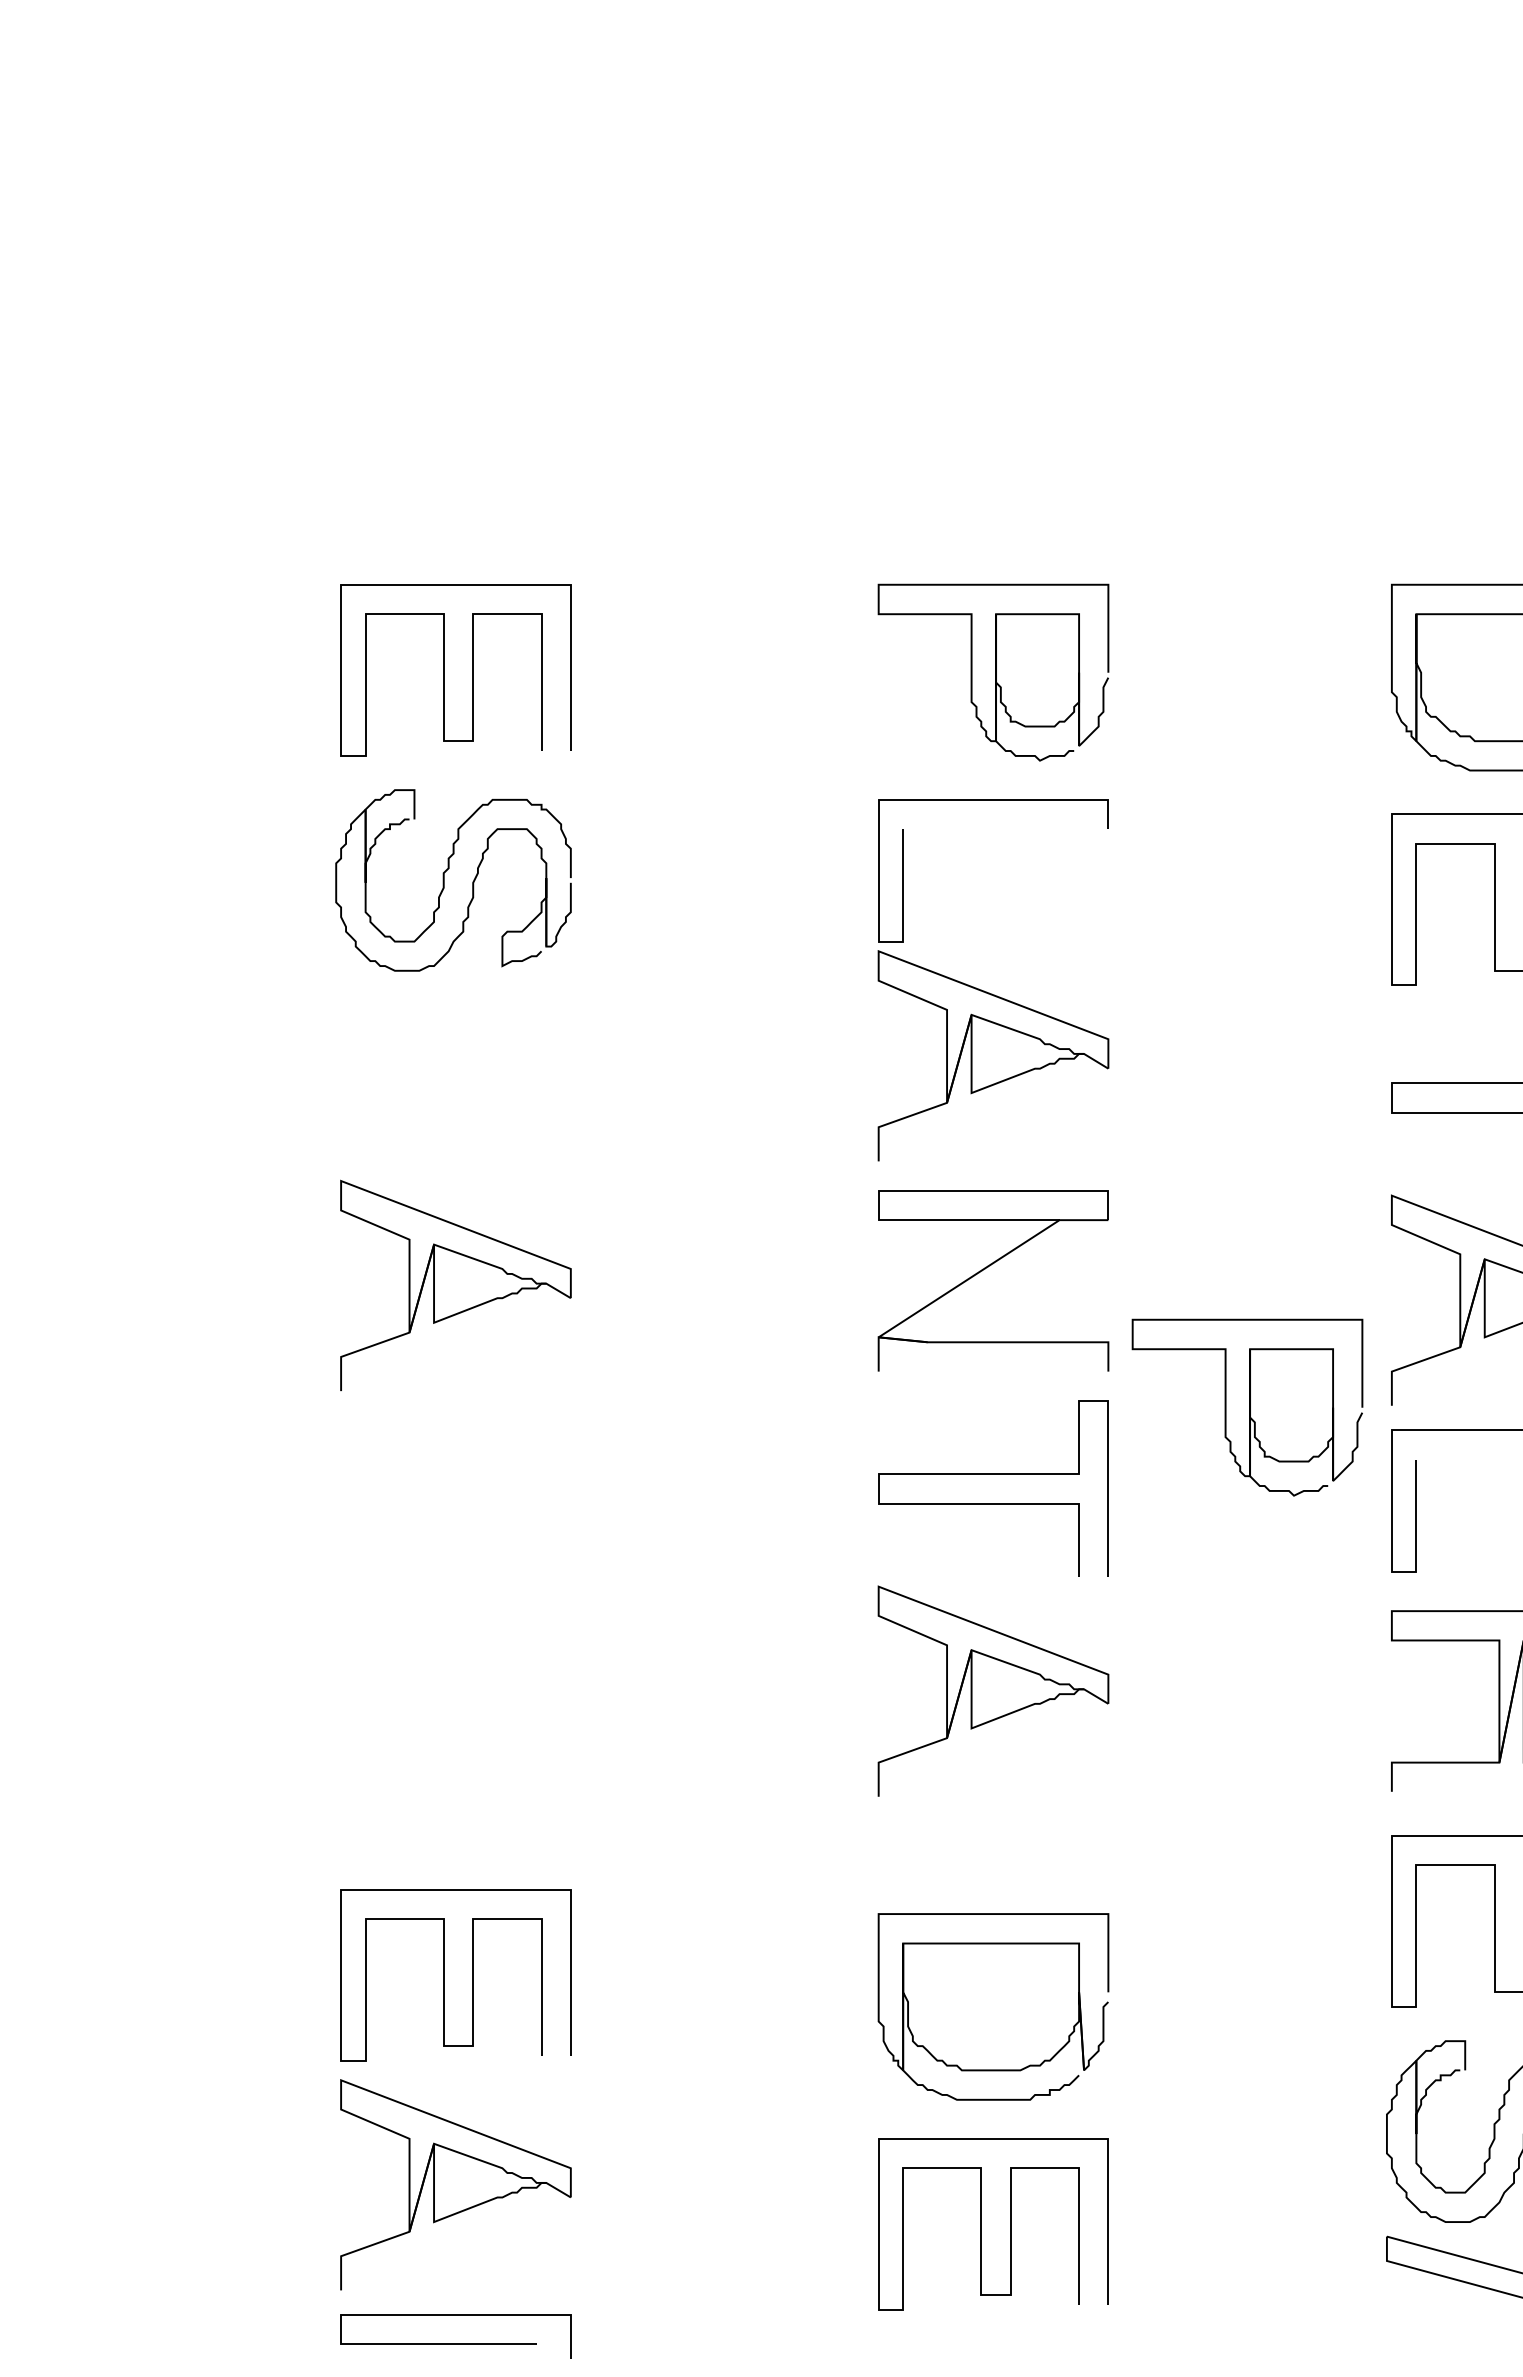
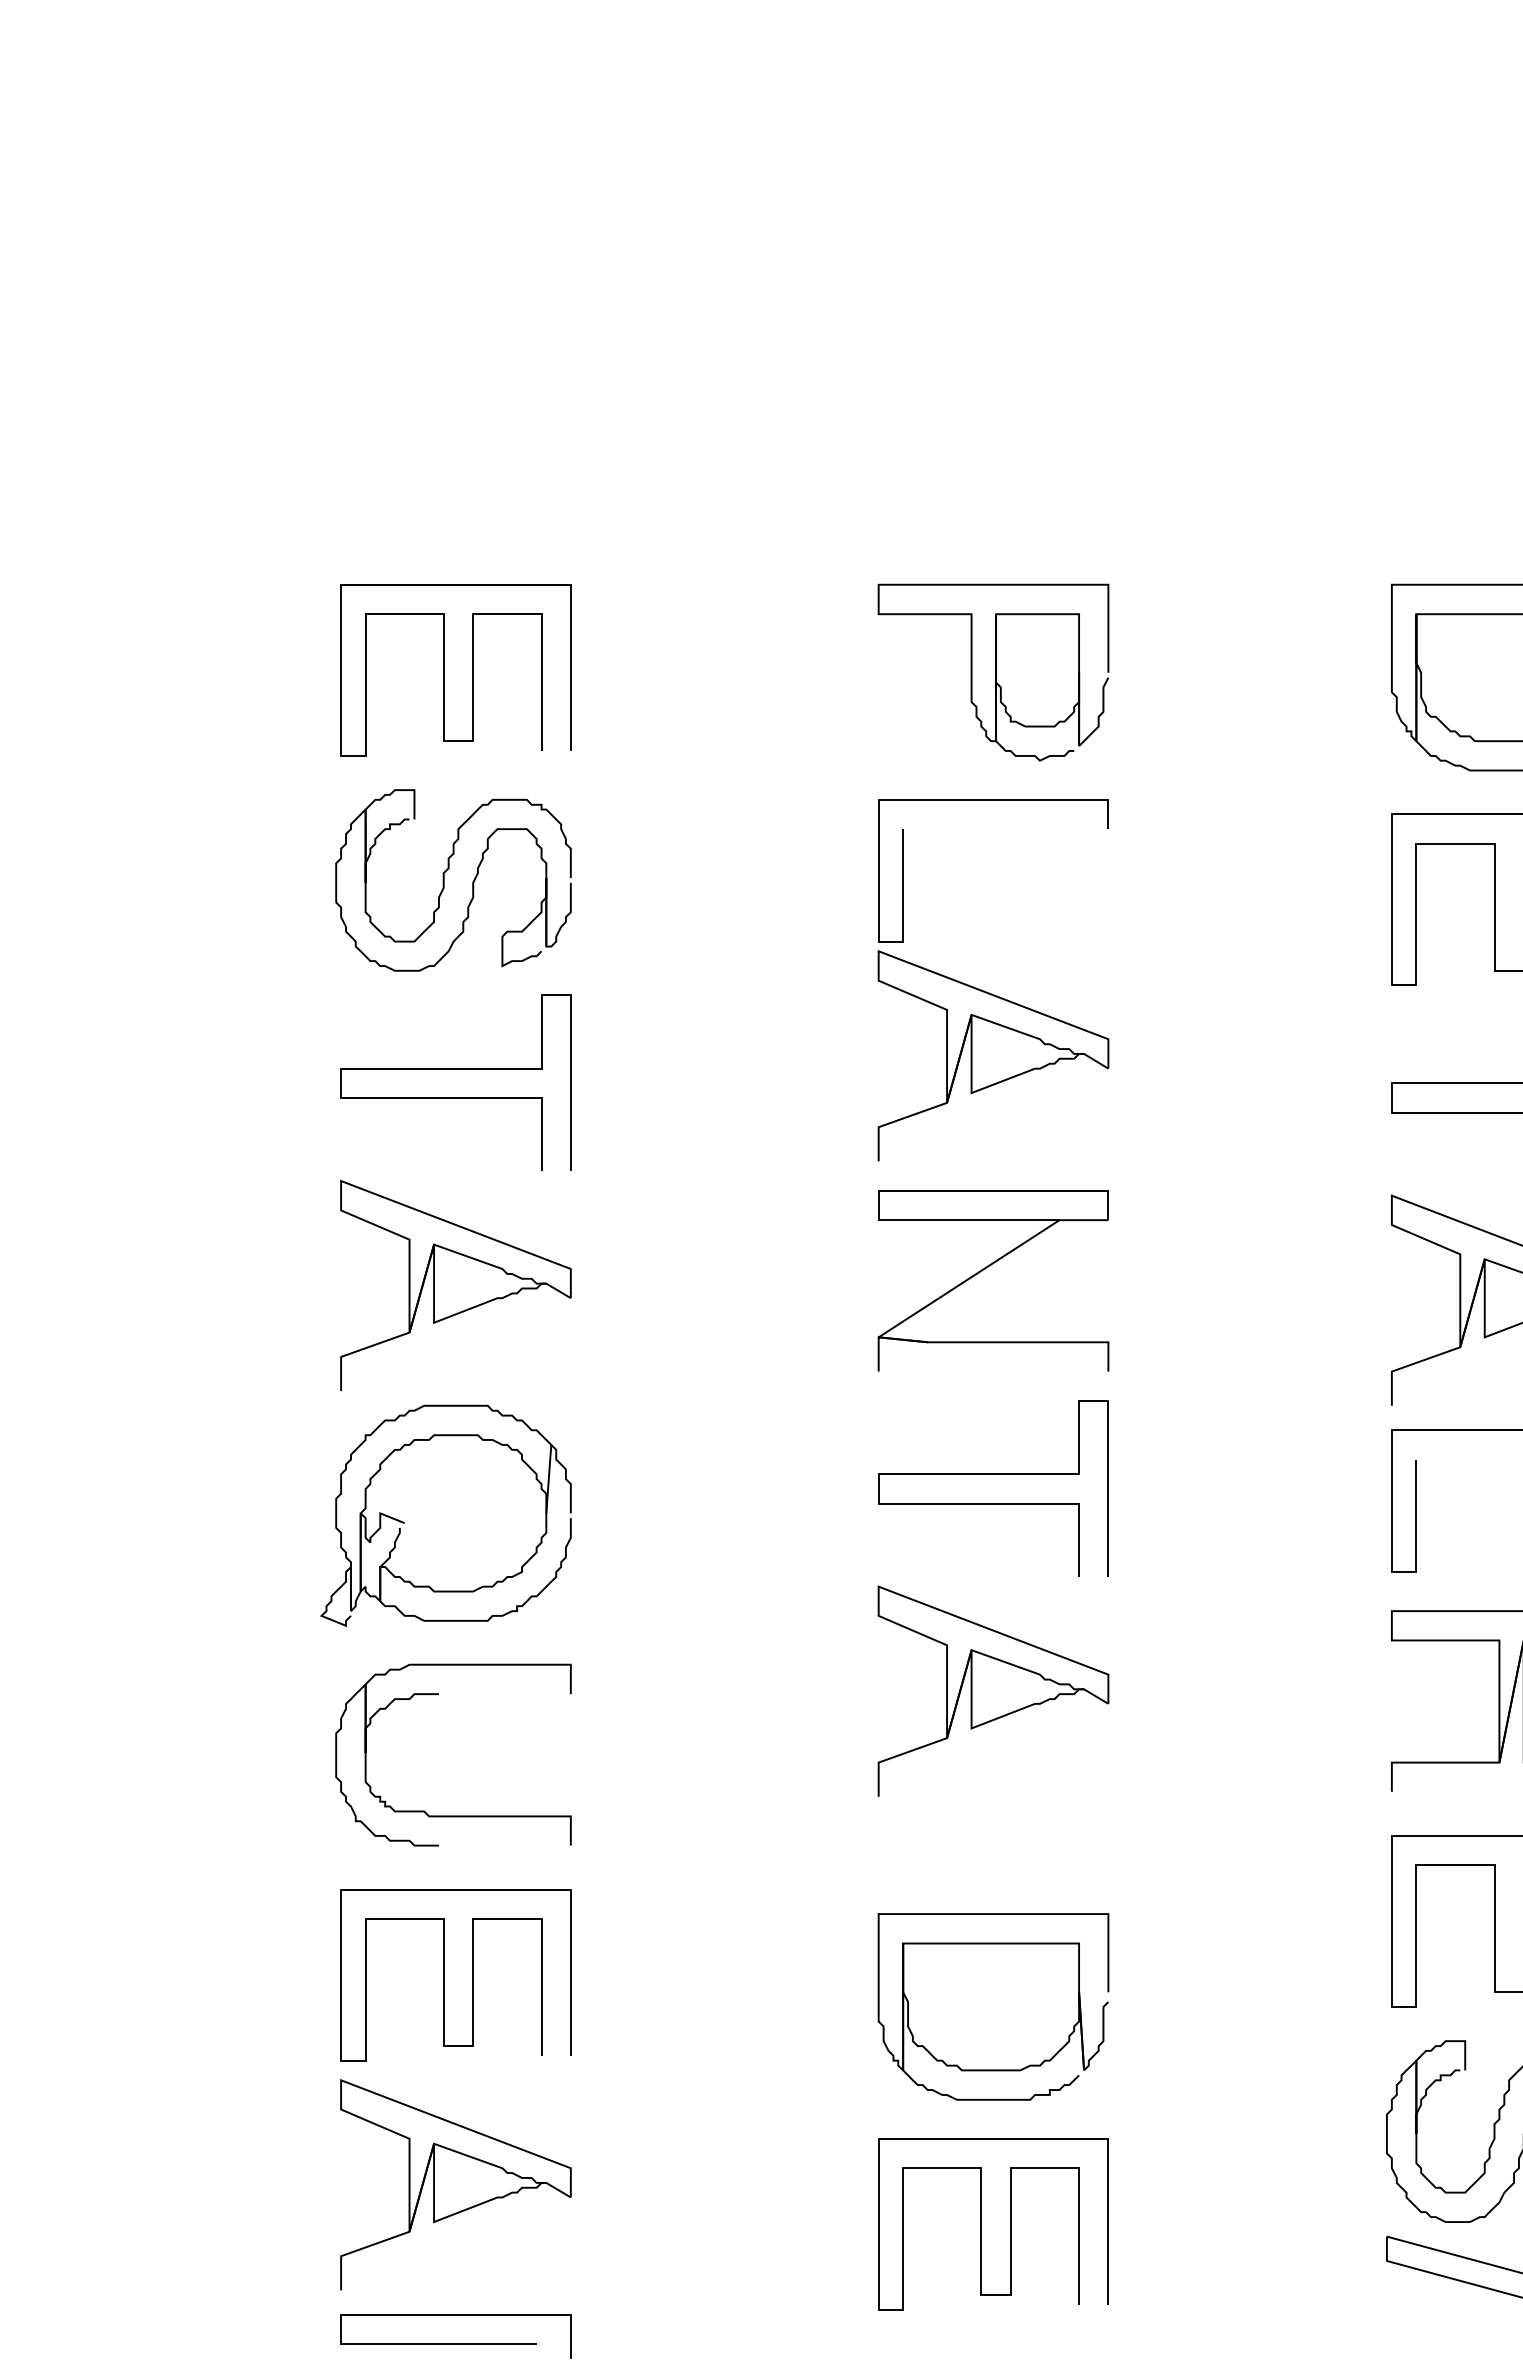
curve at (455, 1069): none -> present
part at (1247, 1407): present -> none
part at (445, 1515): none -> present
part at (453, 1815): none -> present
